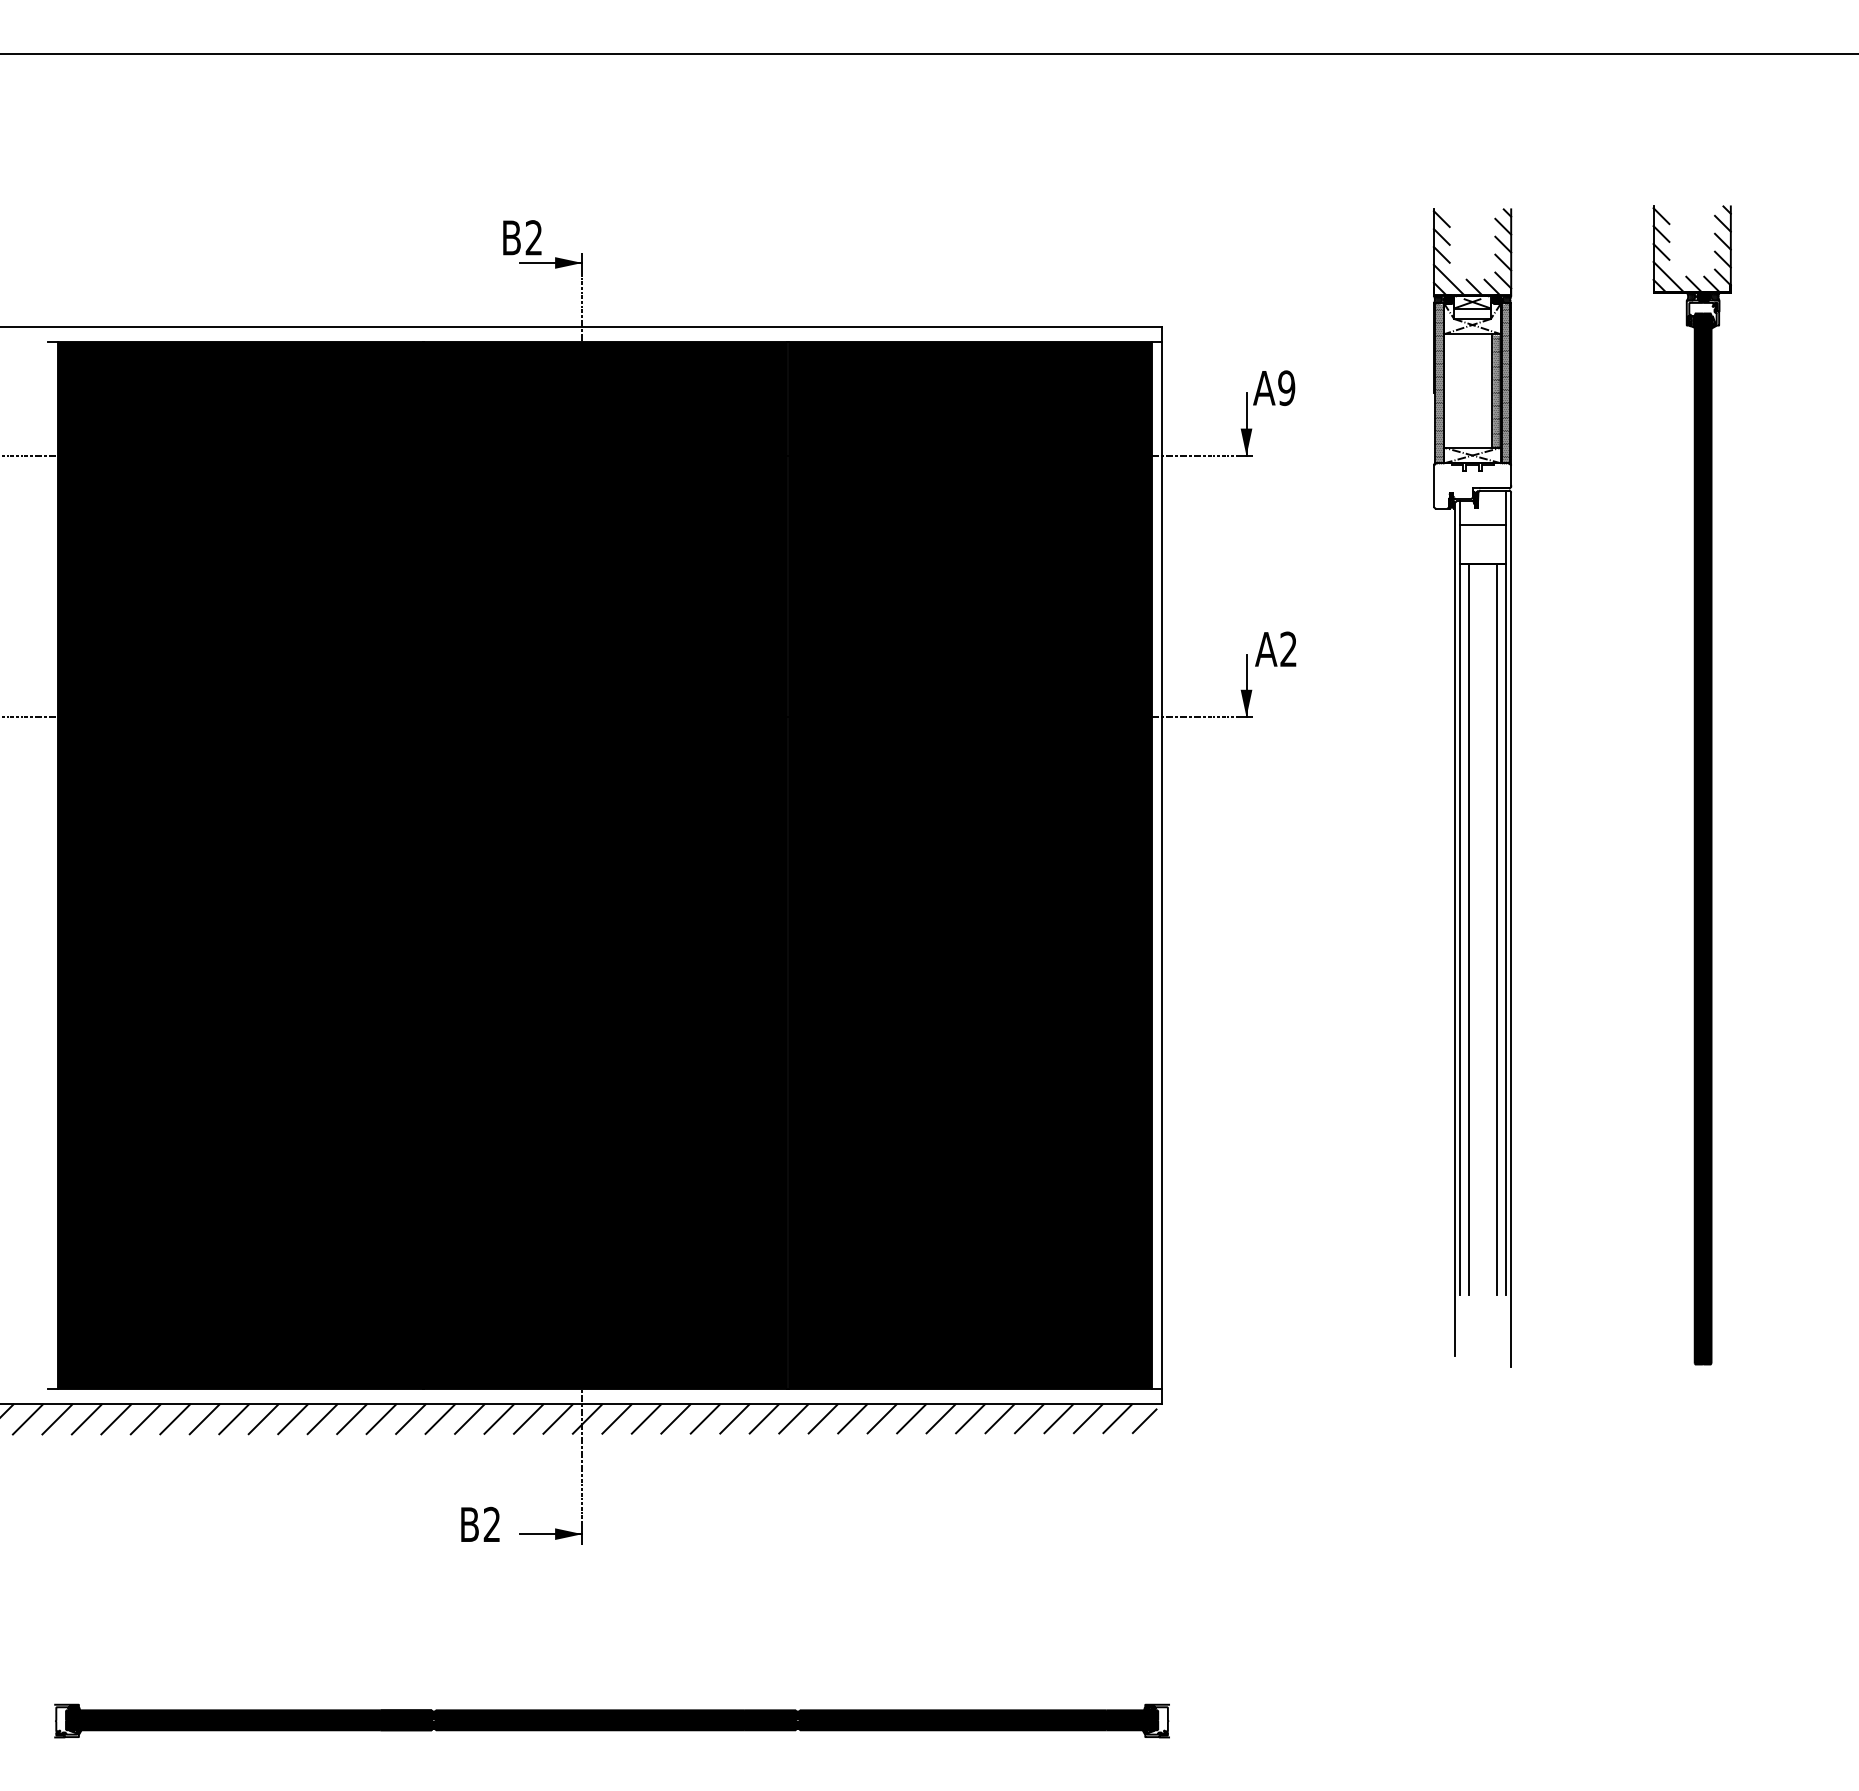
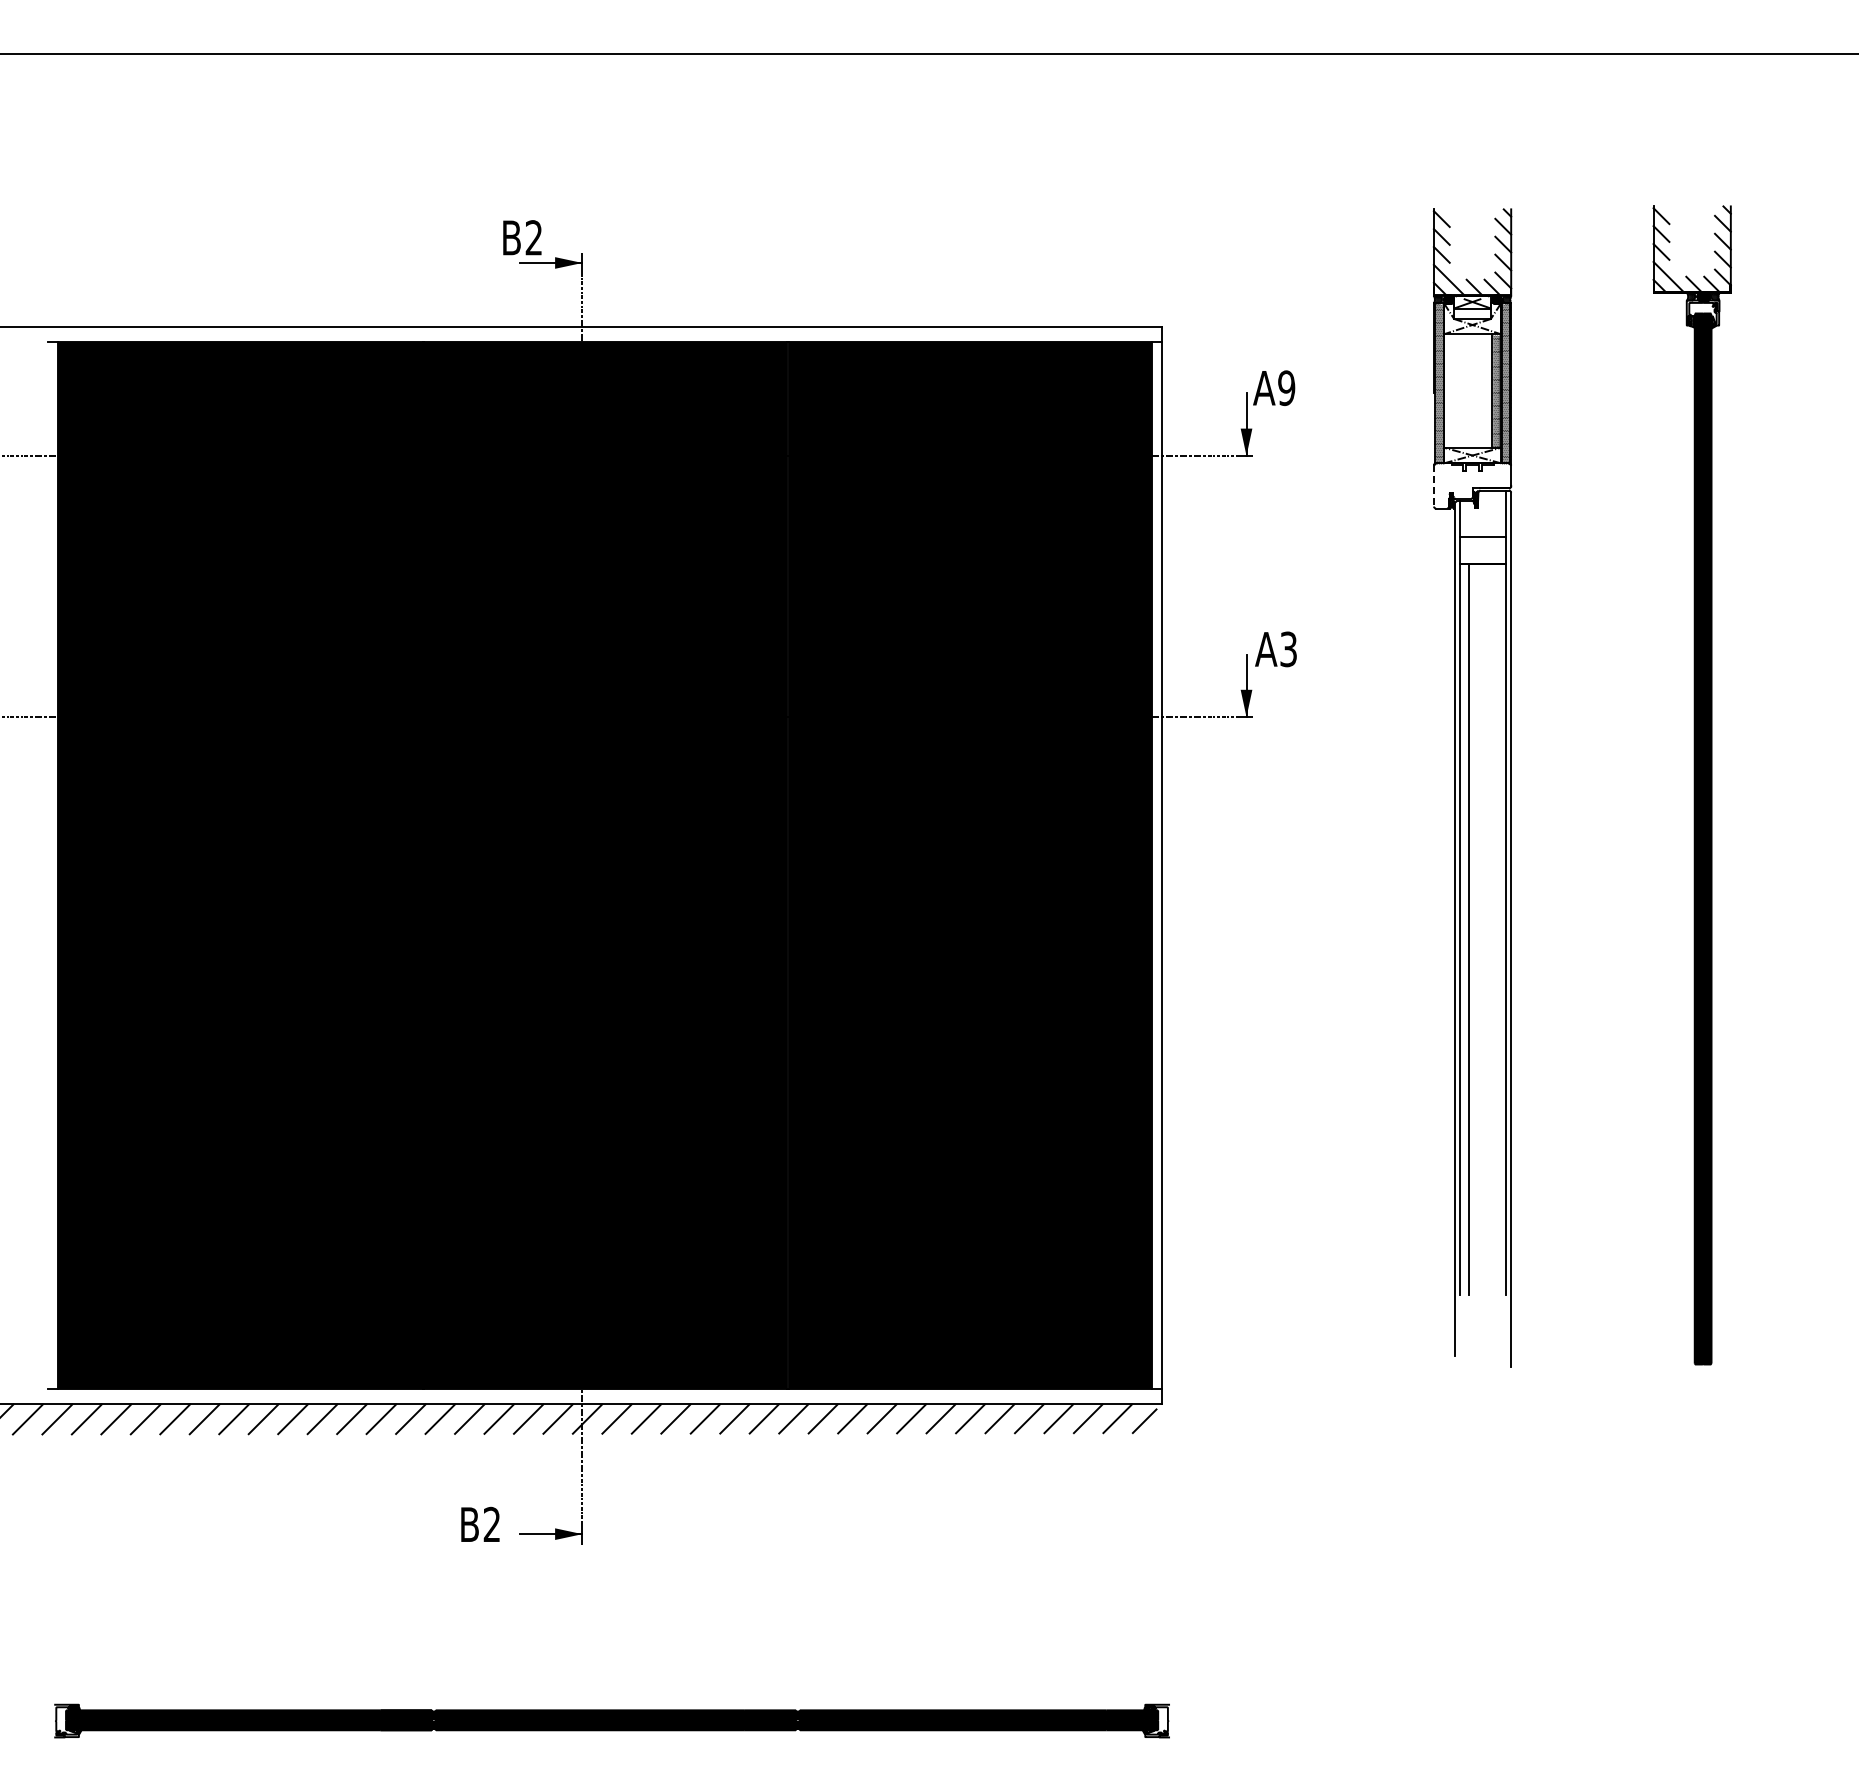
line at (1434, 485): solid -> dashed
line at (1483, 524) position: (1483, 524) -> (1483, 536)
text at (1288, 649): A2 -> A3
line at (1496, 929): present -> none
